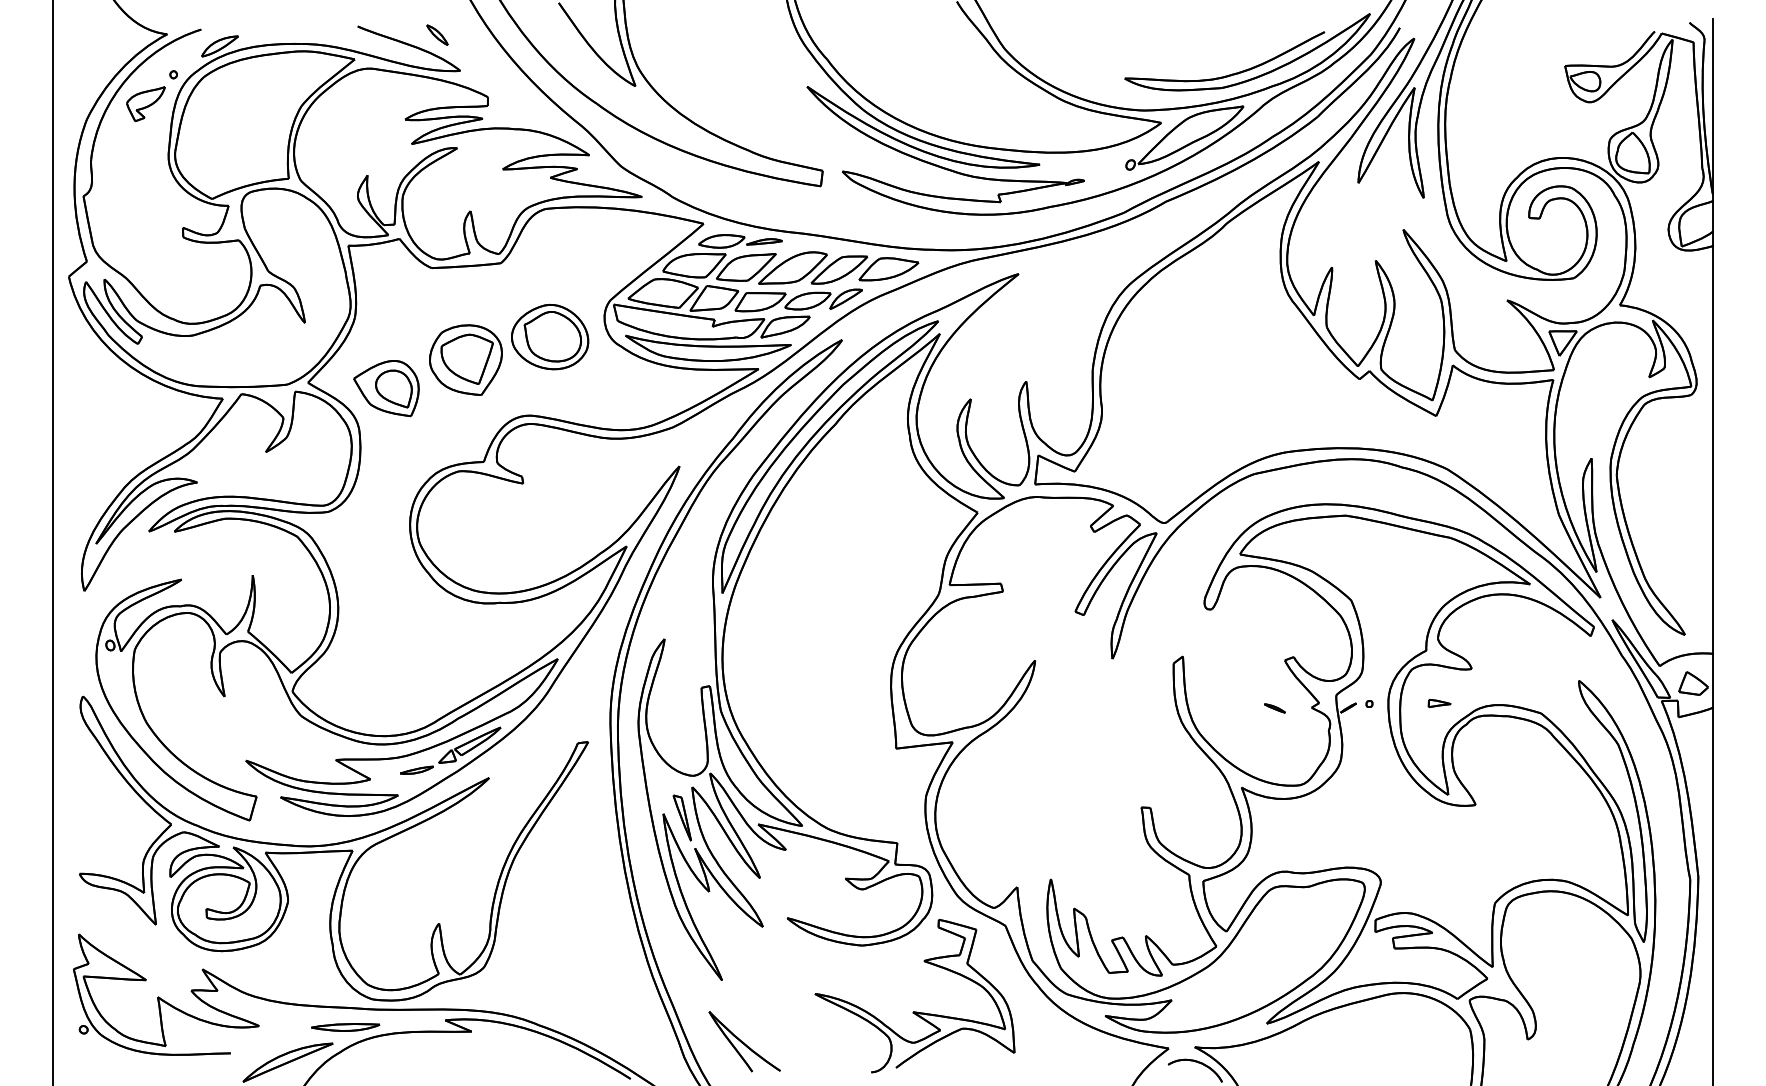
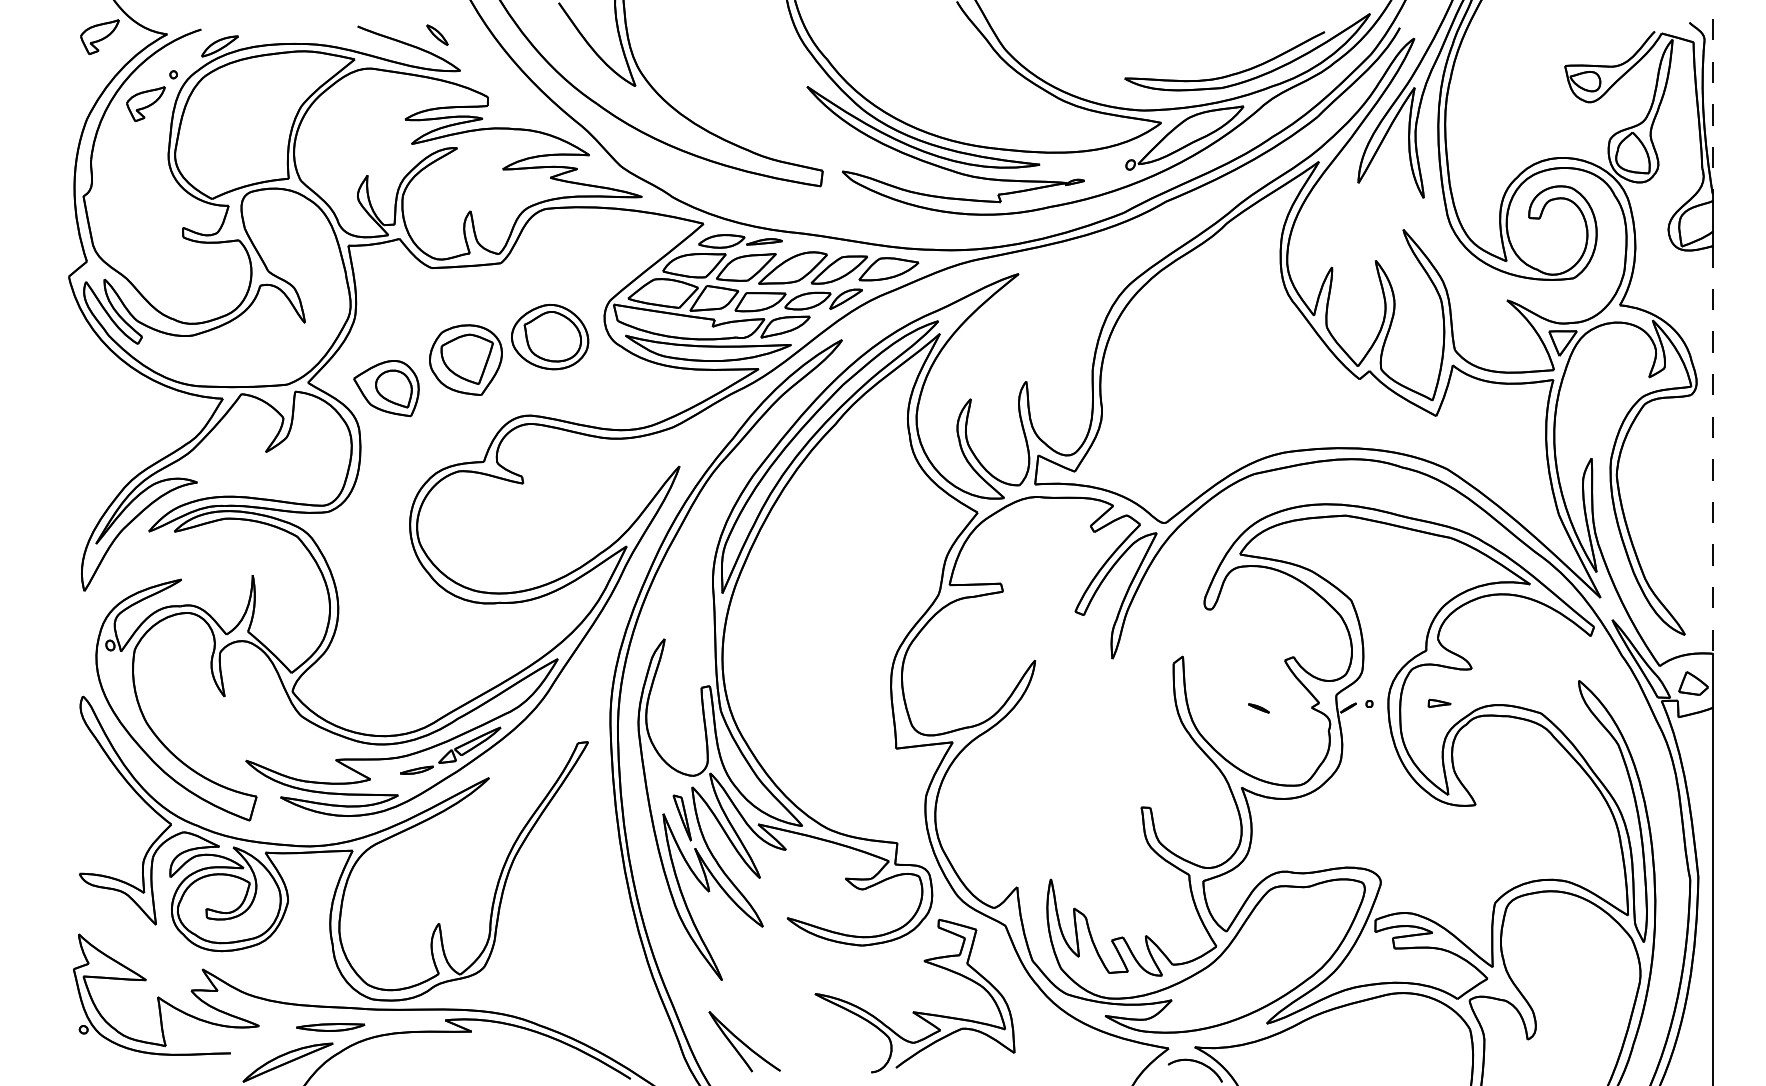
part at (99, 37): none -> present
line at (1712, 106): solid -> dashed
line at (1712, 449): solid -> dashed
line at (52, 542): present -> none
part at (1274, 708) position: (1274, 708) -> (1258, 708)
part at (345, 1027) position: (345, 1027) -> (330, 1027)
